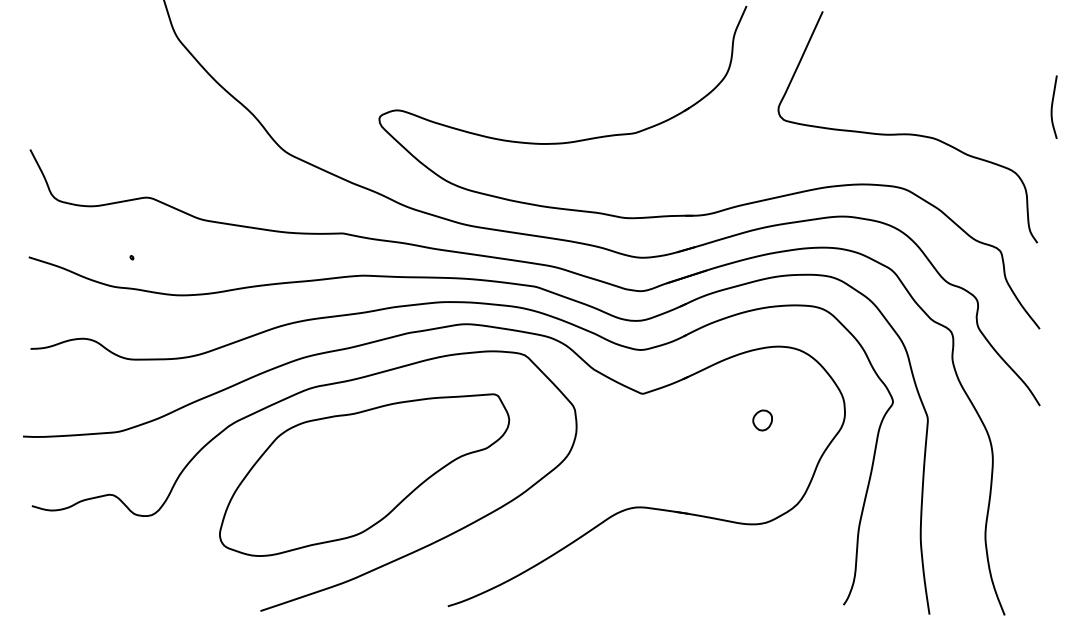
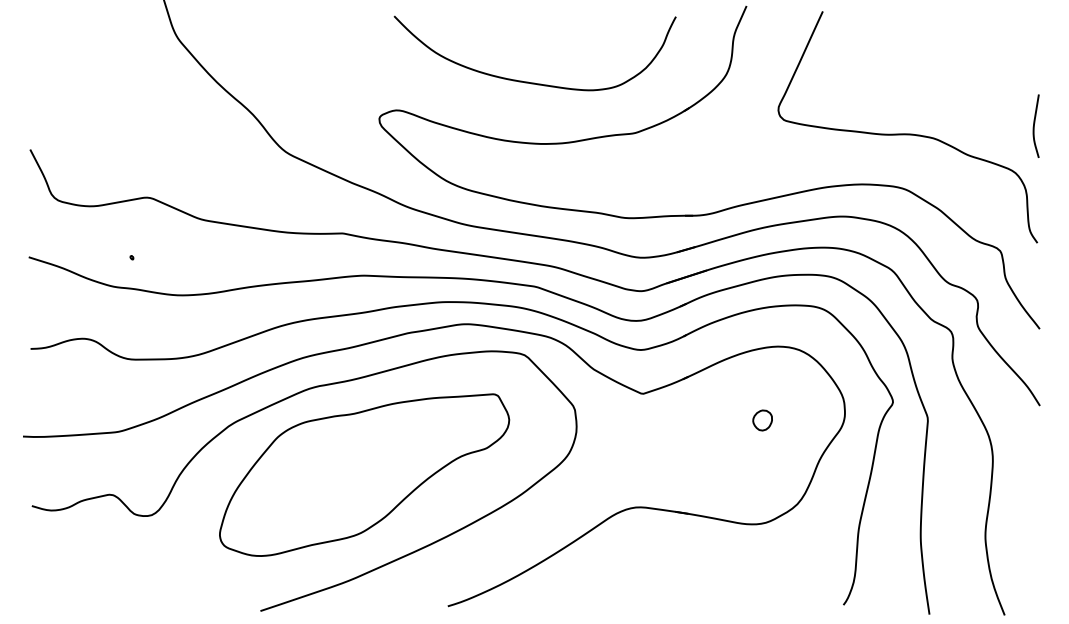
curve at (528, 81): none -> present
curve at (1052, 106) position: (1052, 106) -> (1034, 125)
